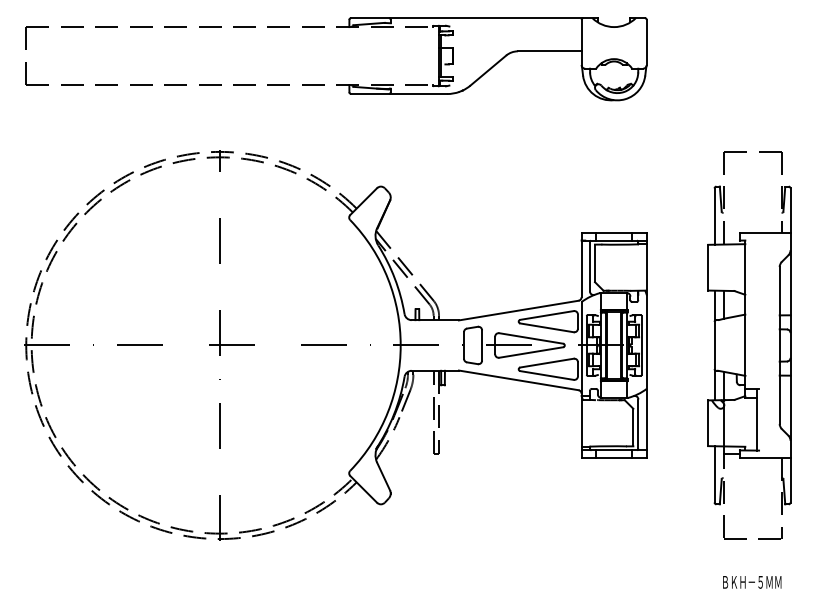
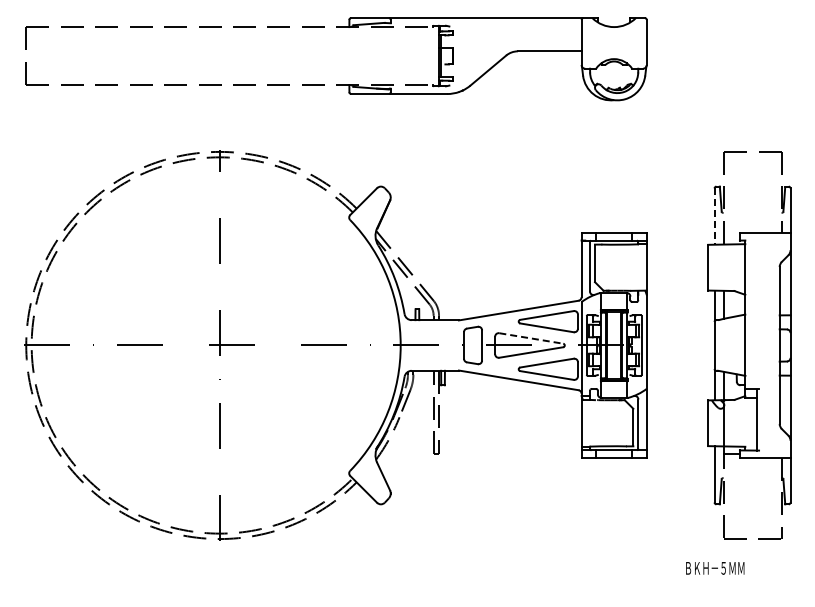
line at (714, 217): solid -> dashed
line at (531, 338): solid -> dashed
text at (752, 582) position: (752, 582) -> (715, 568)
